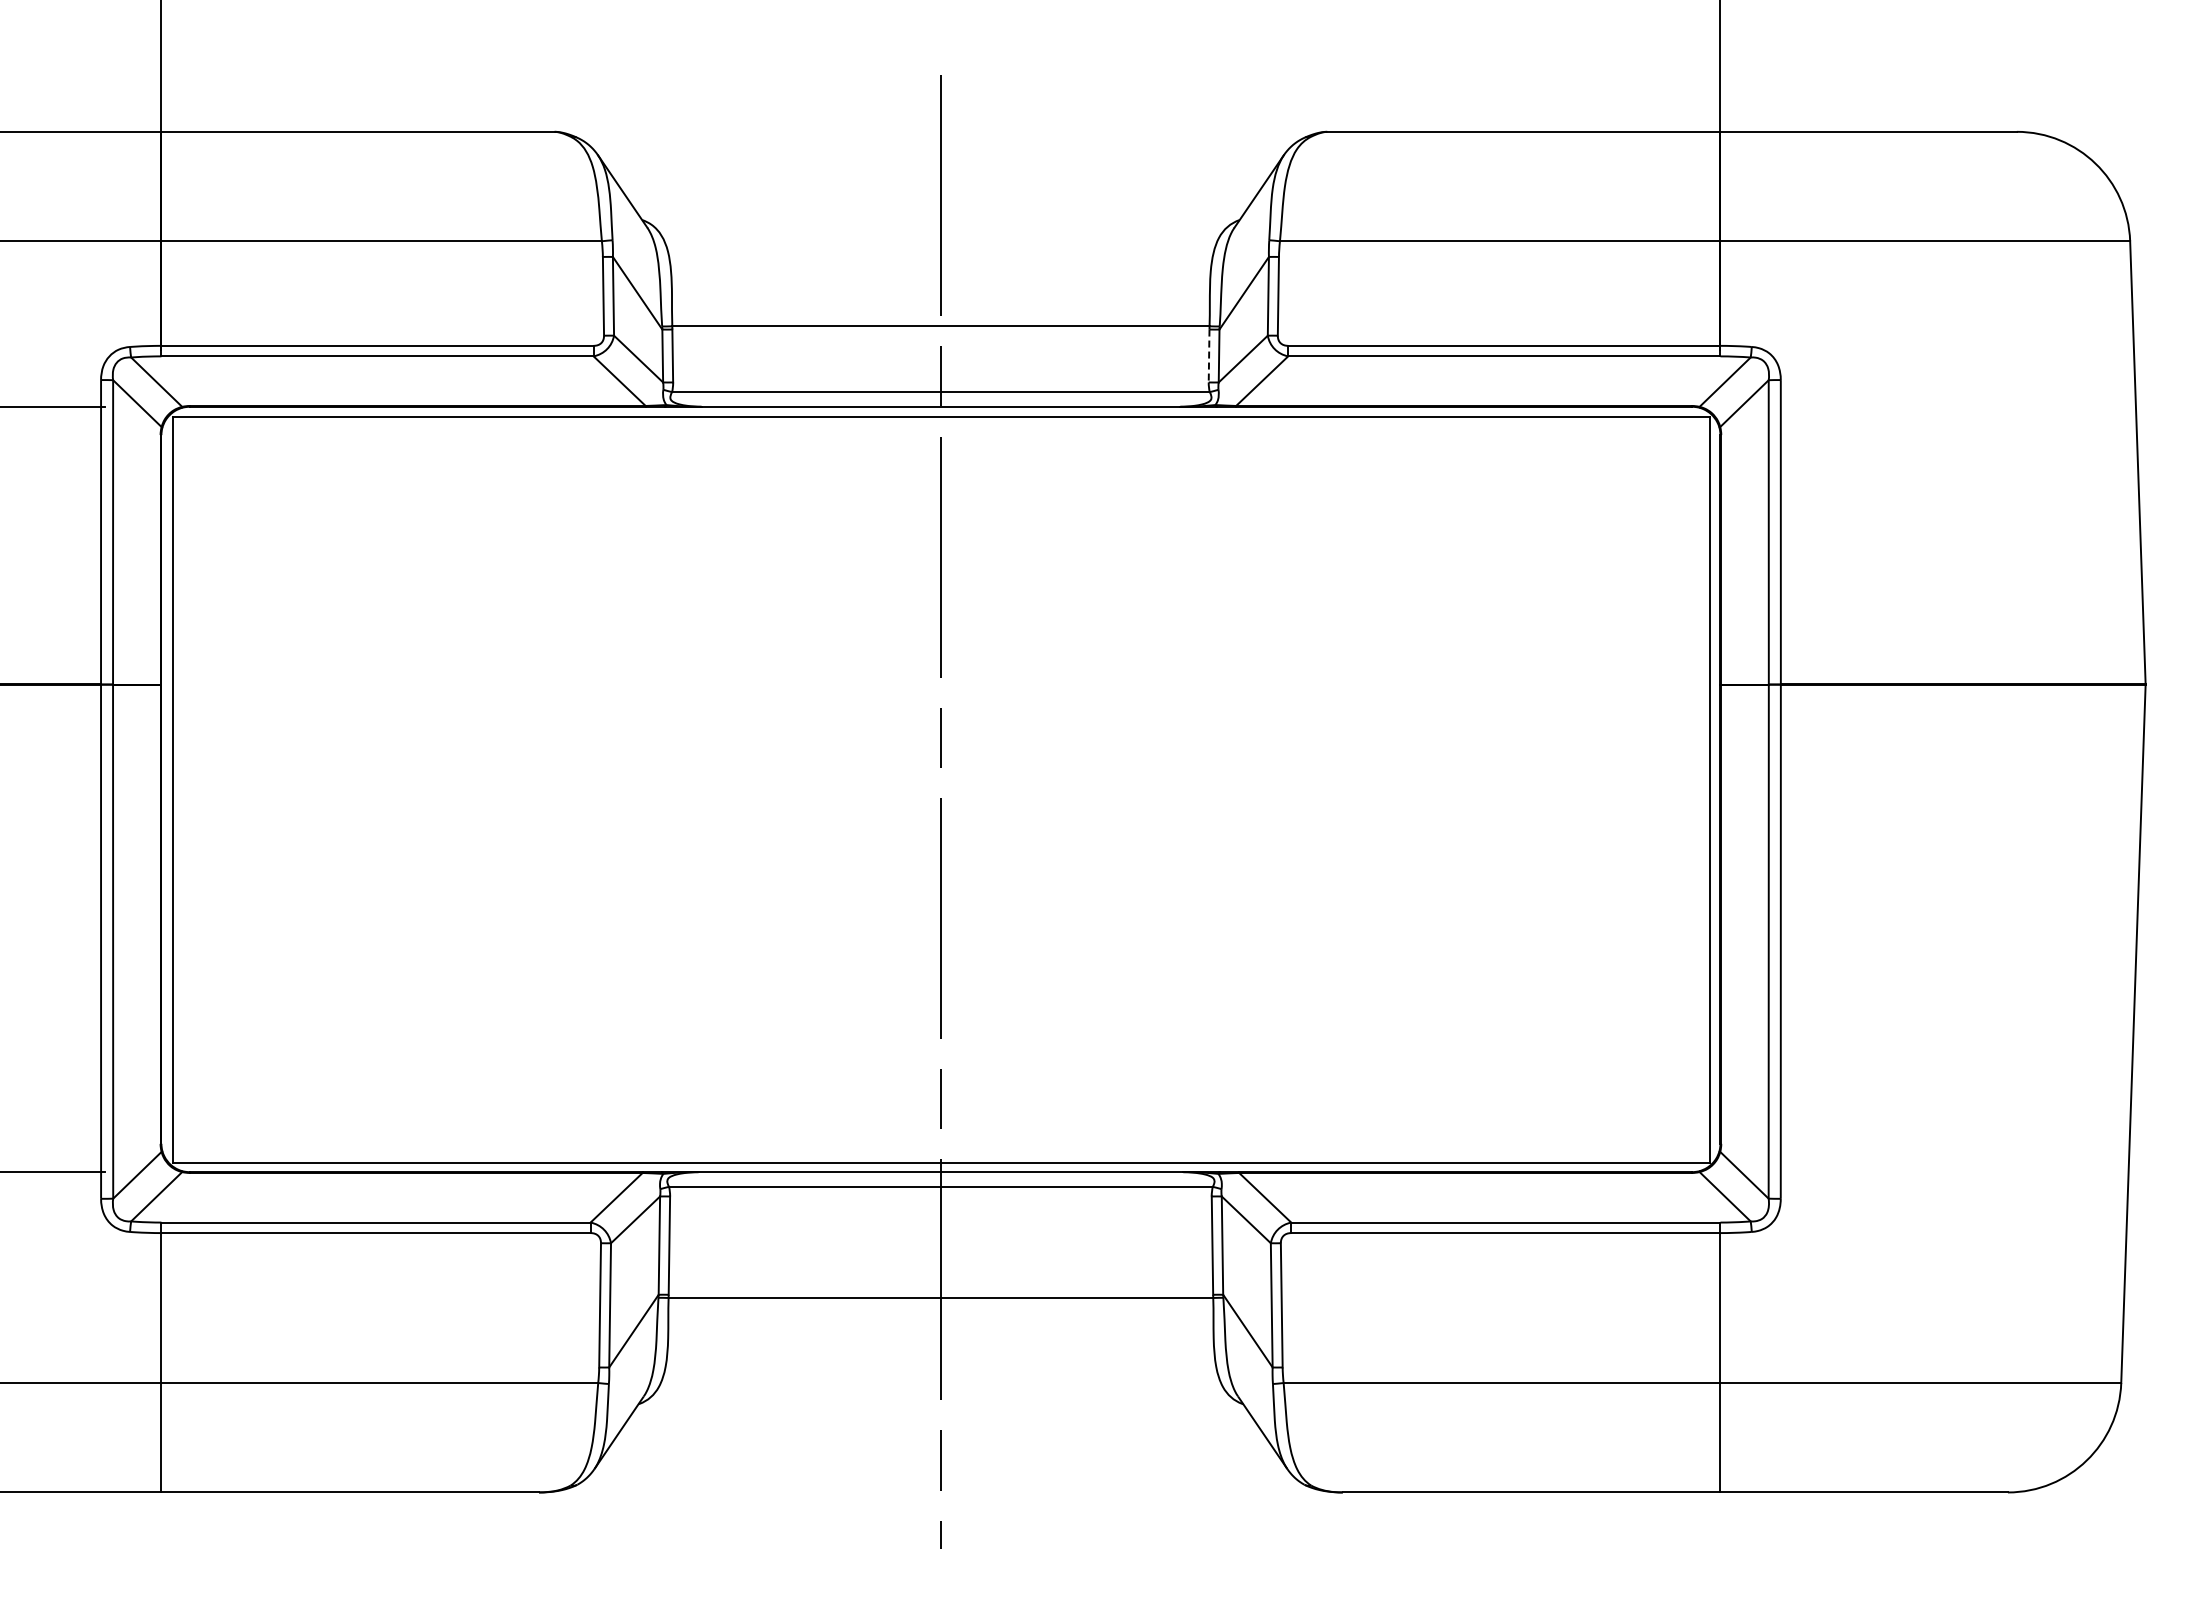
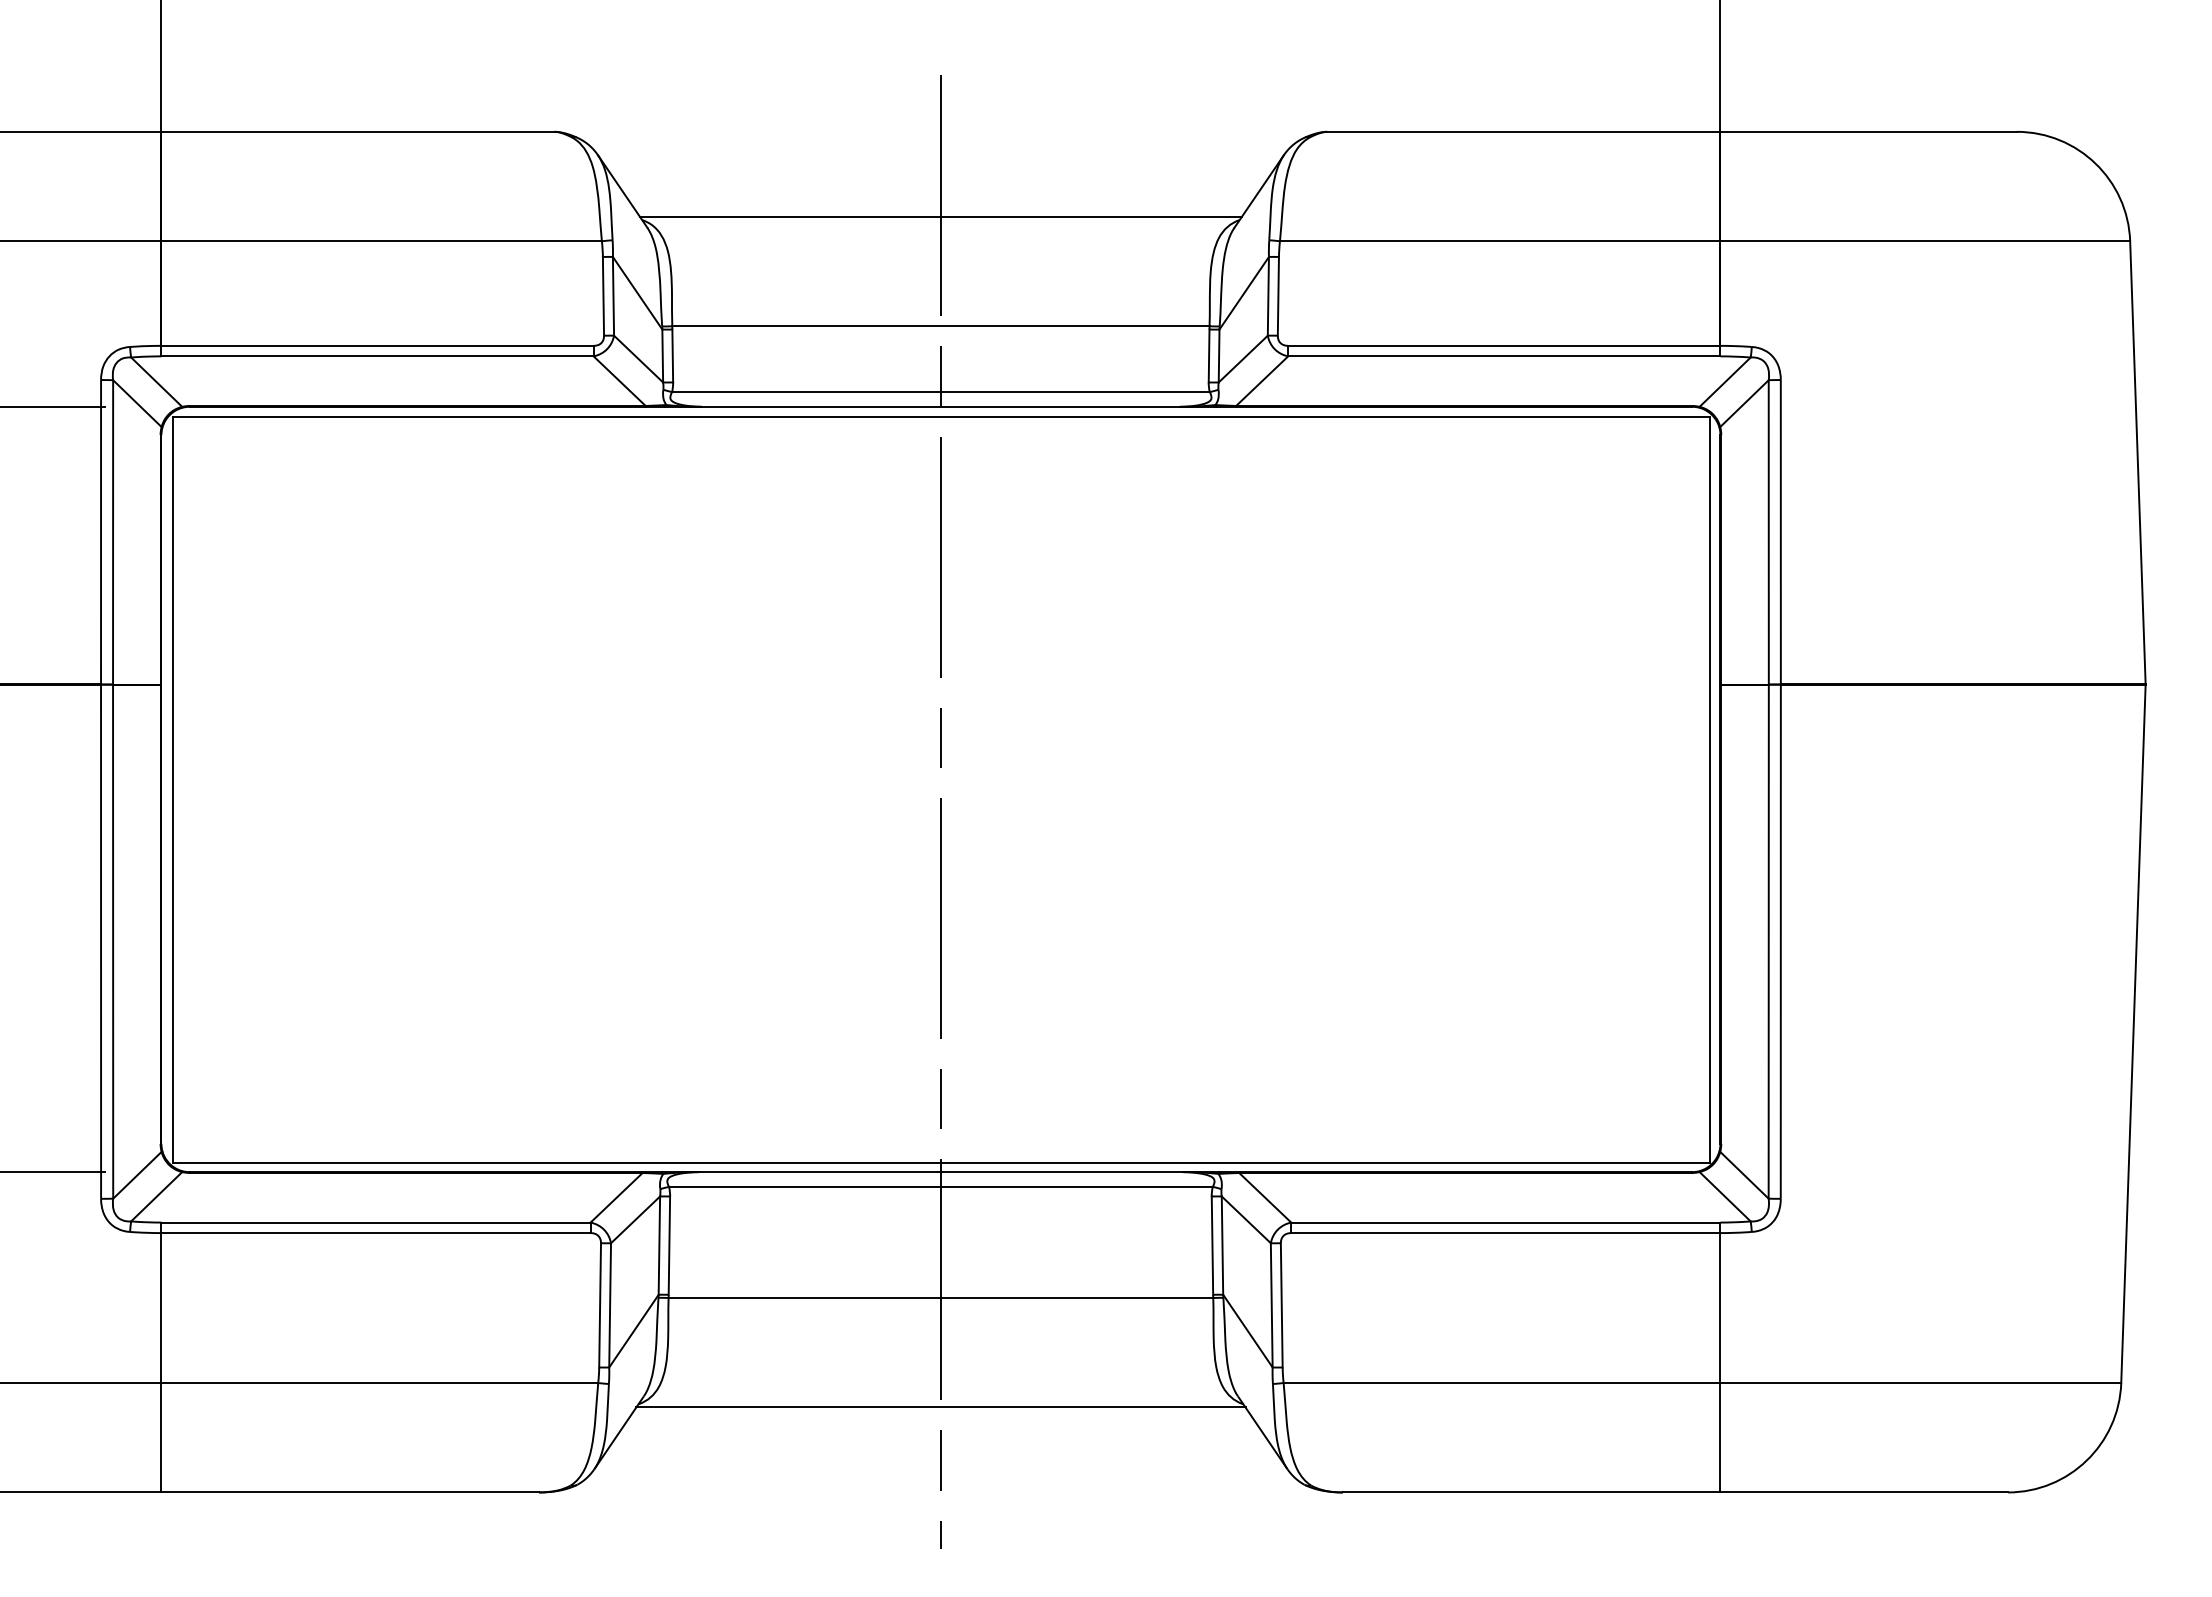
line at (940, 216): none -> present
line at (1209, 356): dashed -> solid
line at (940, 1407): none -> present
